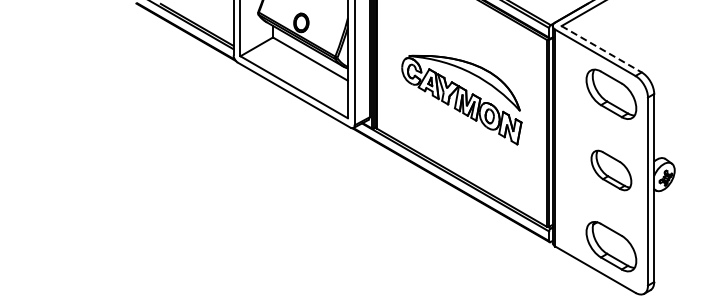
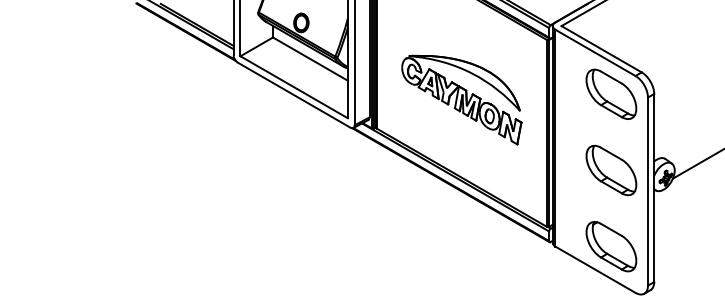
line at (602, 49): dashed -> solid
line at (696, 164): none -> present
part at (611, 170) size: 43x43 px -> 53x53 px
